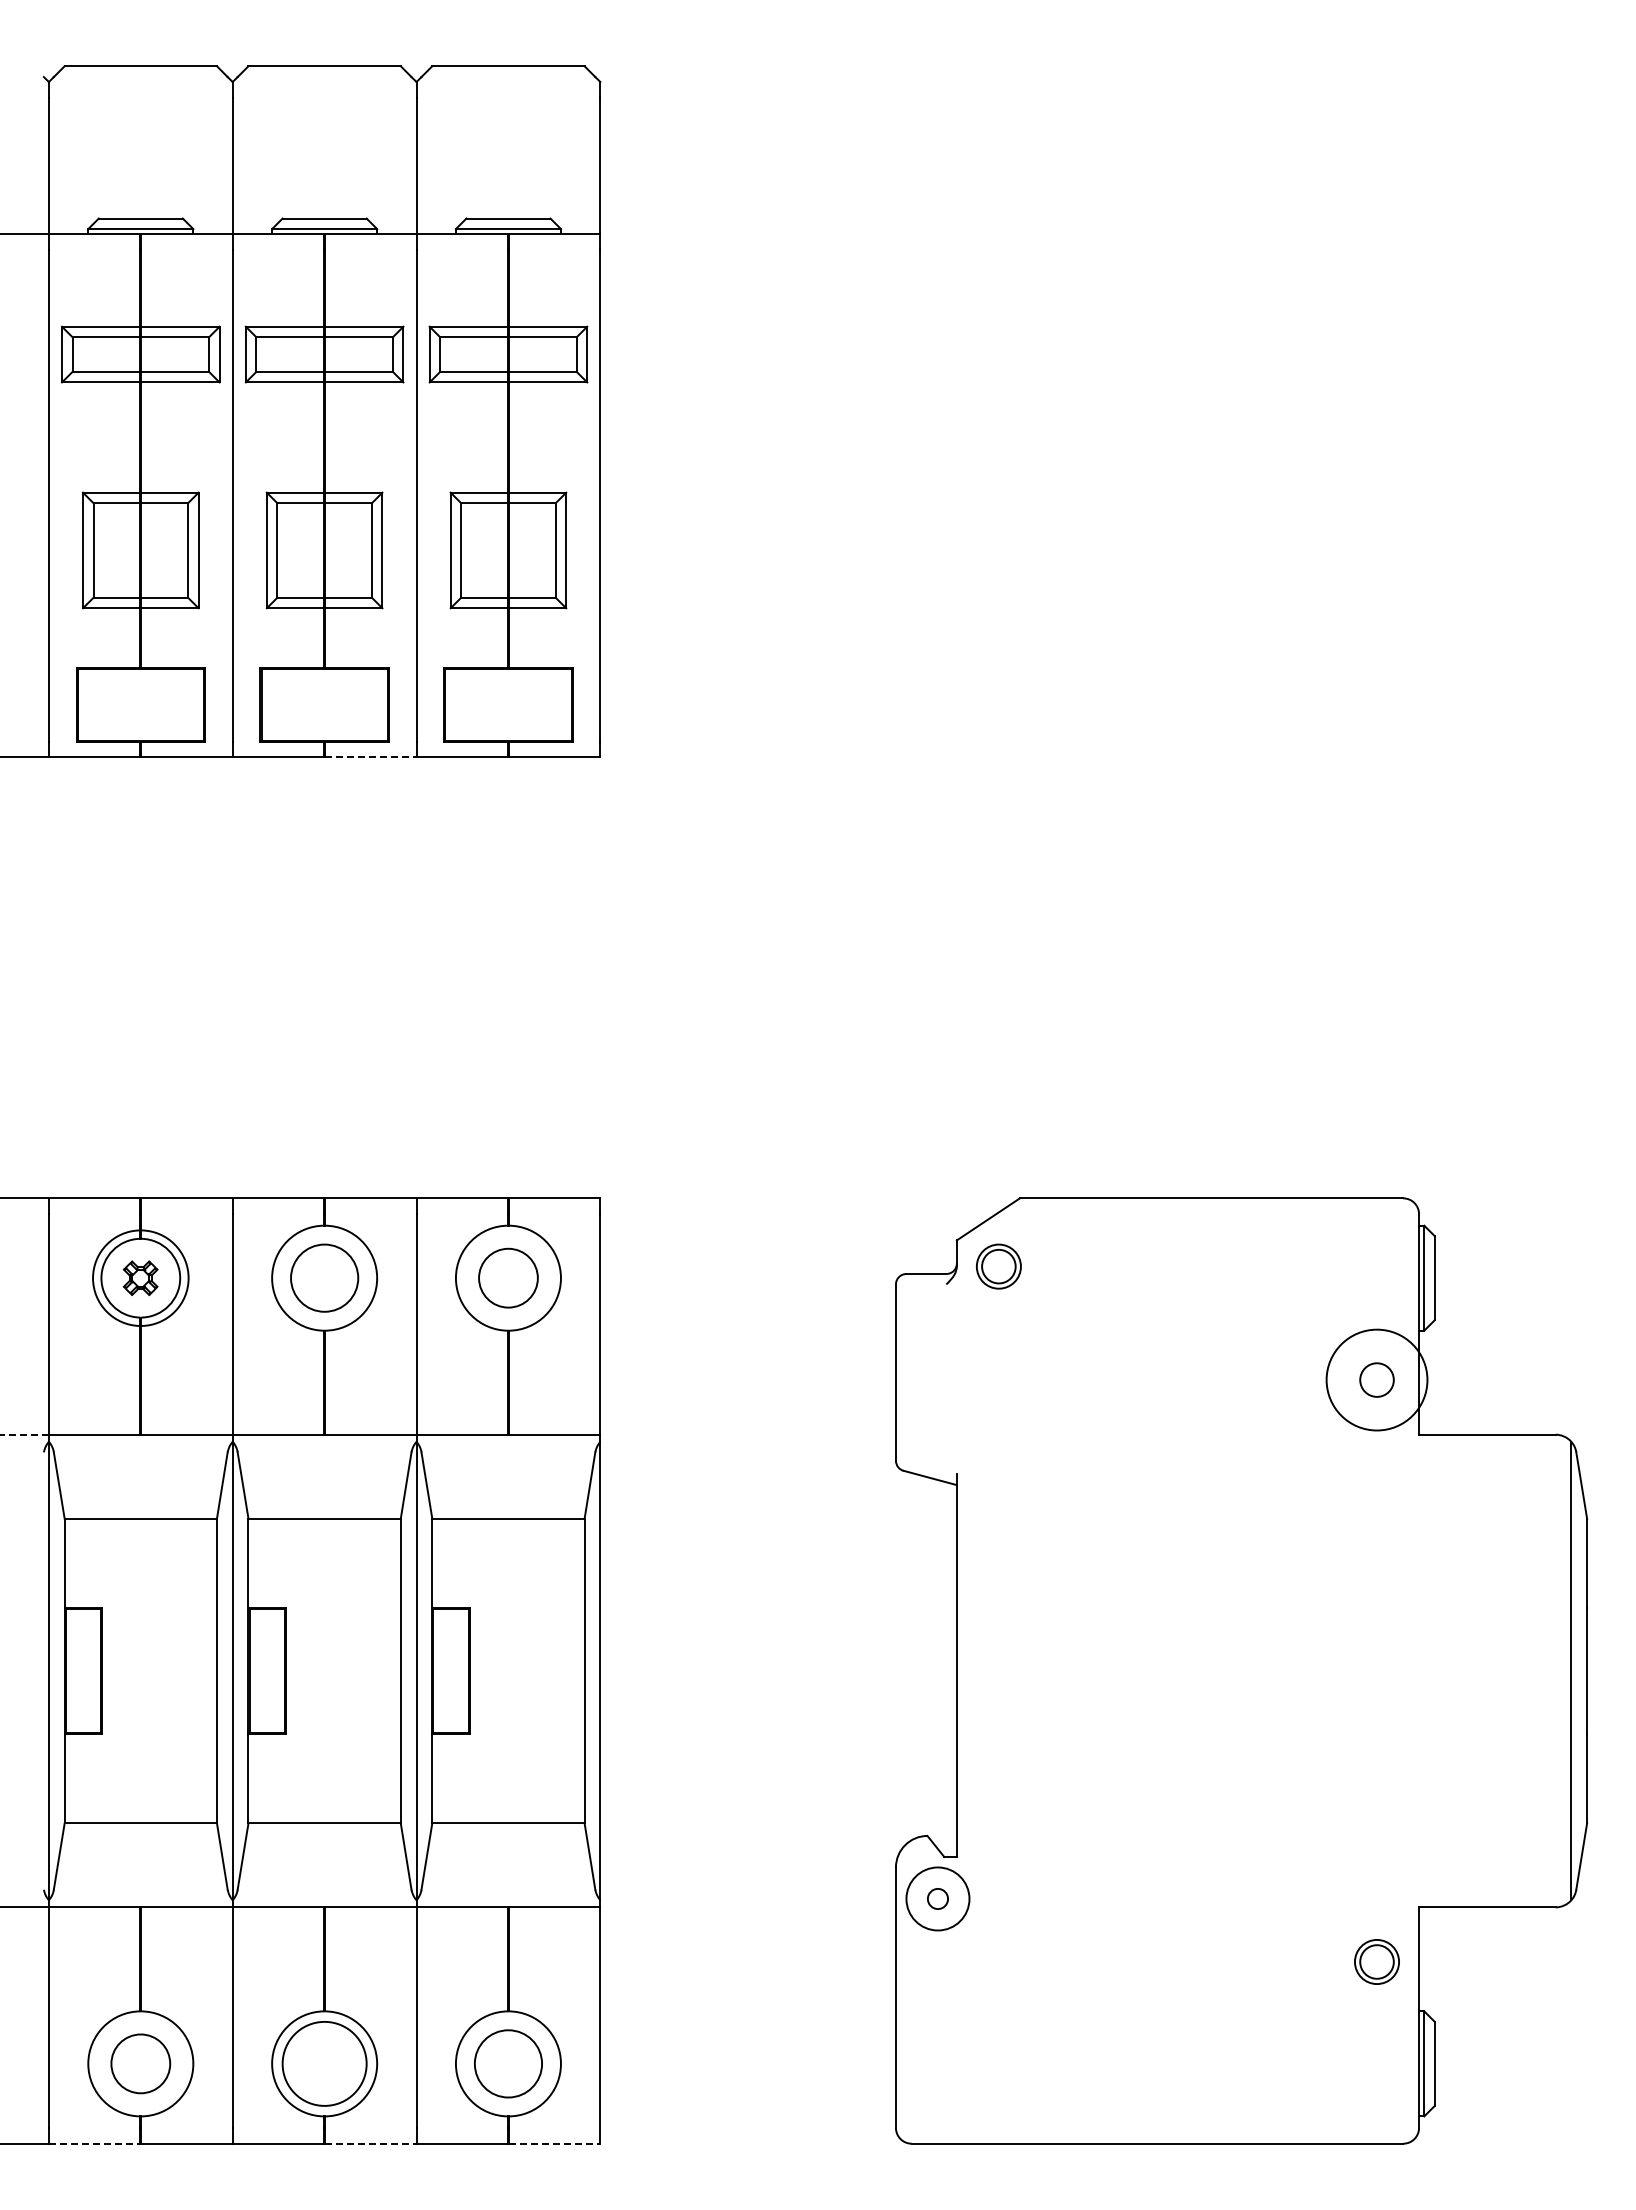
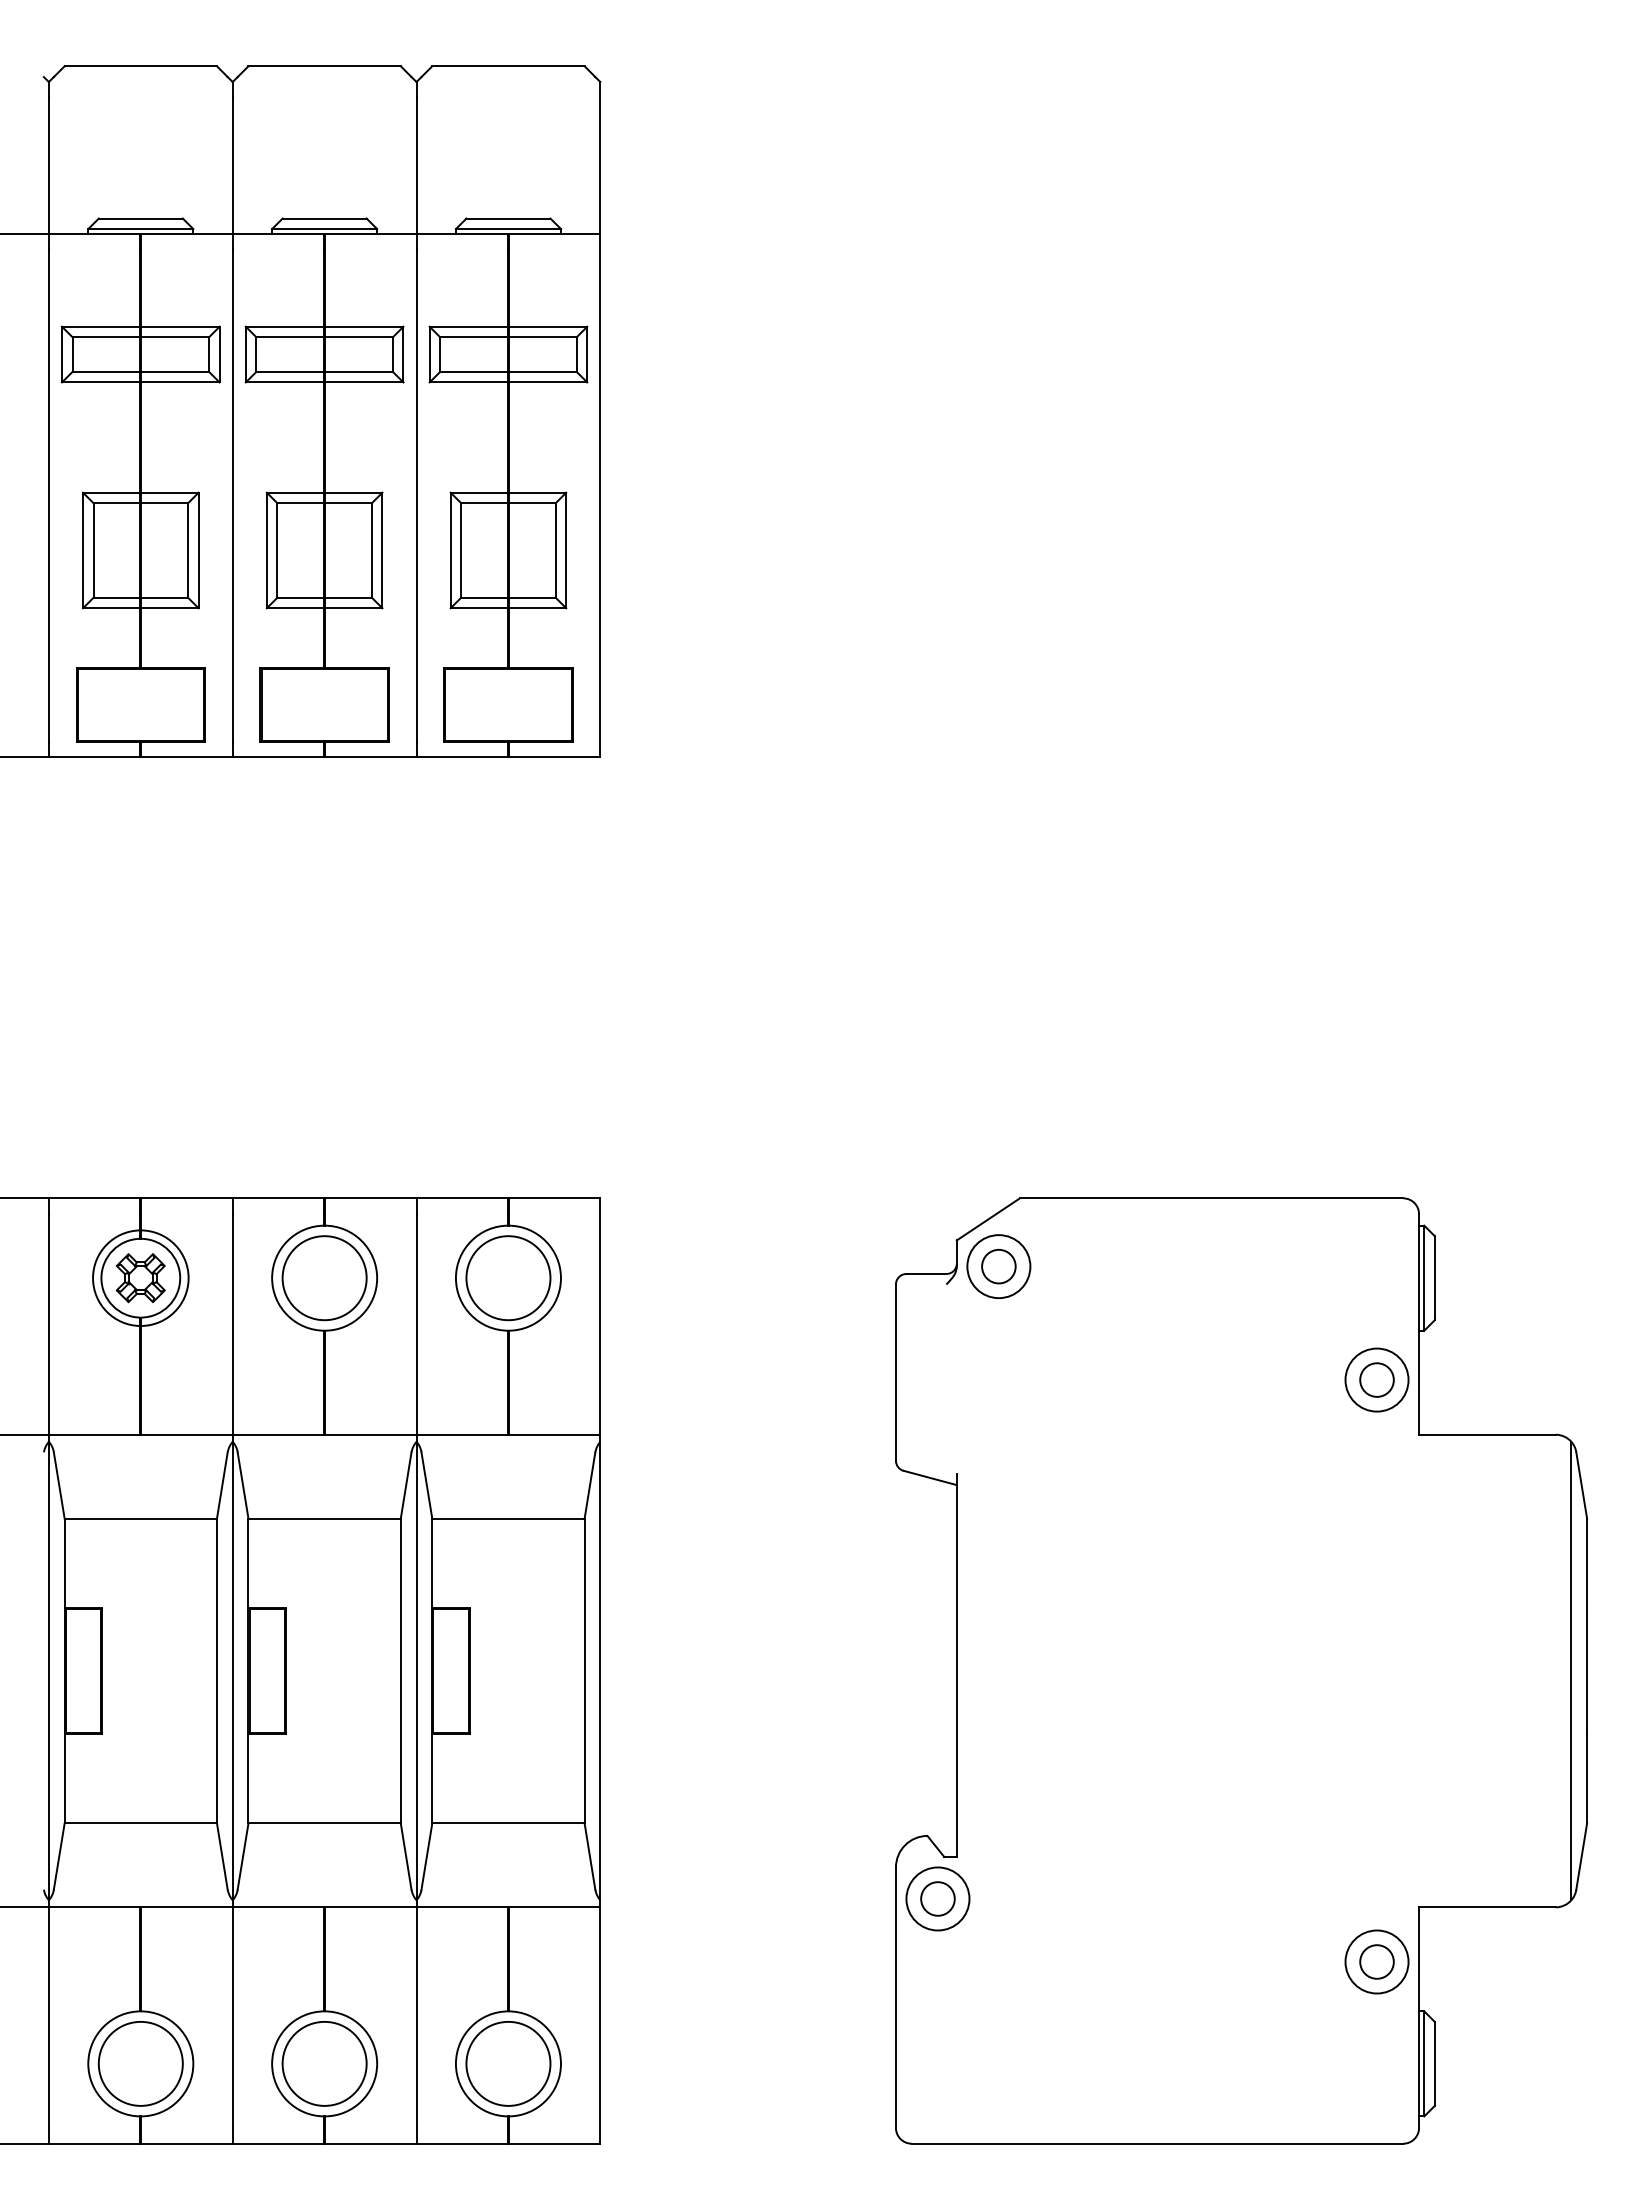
line at (370, 757): dashed -> solid
circle at (998, 1266) diameter: 44 px -> 63 px
part at (140, 1277) size: 37x36 px -> 51x51 px
circle at (324, 1277) diameter: 67 px -> 84 px
circle at (508, 1277) diameter: 59 px -> 84 px
circle at (1376, 1379) diameter: 101 px -> 63 px
line at (24, 1434): dashed -> solid
circle at (937, 1898) diameter: 20 px -> 34 px
circle at (1376, 1961) diameter: 44 px -> 63 px
circle at (140, 2063) diameter: 59 px -> 84 px
circle at (508, 2063) diameter: 67 px -> 84 px
line at (94, 2143): dashed -> solid
line at (370, 2143): dashed -> solid
line at (554, 2143): dashed -> solid
